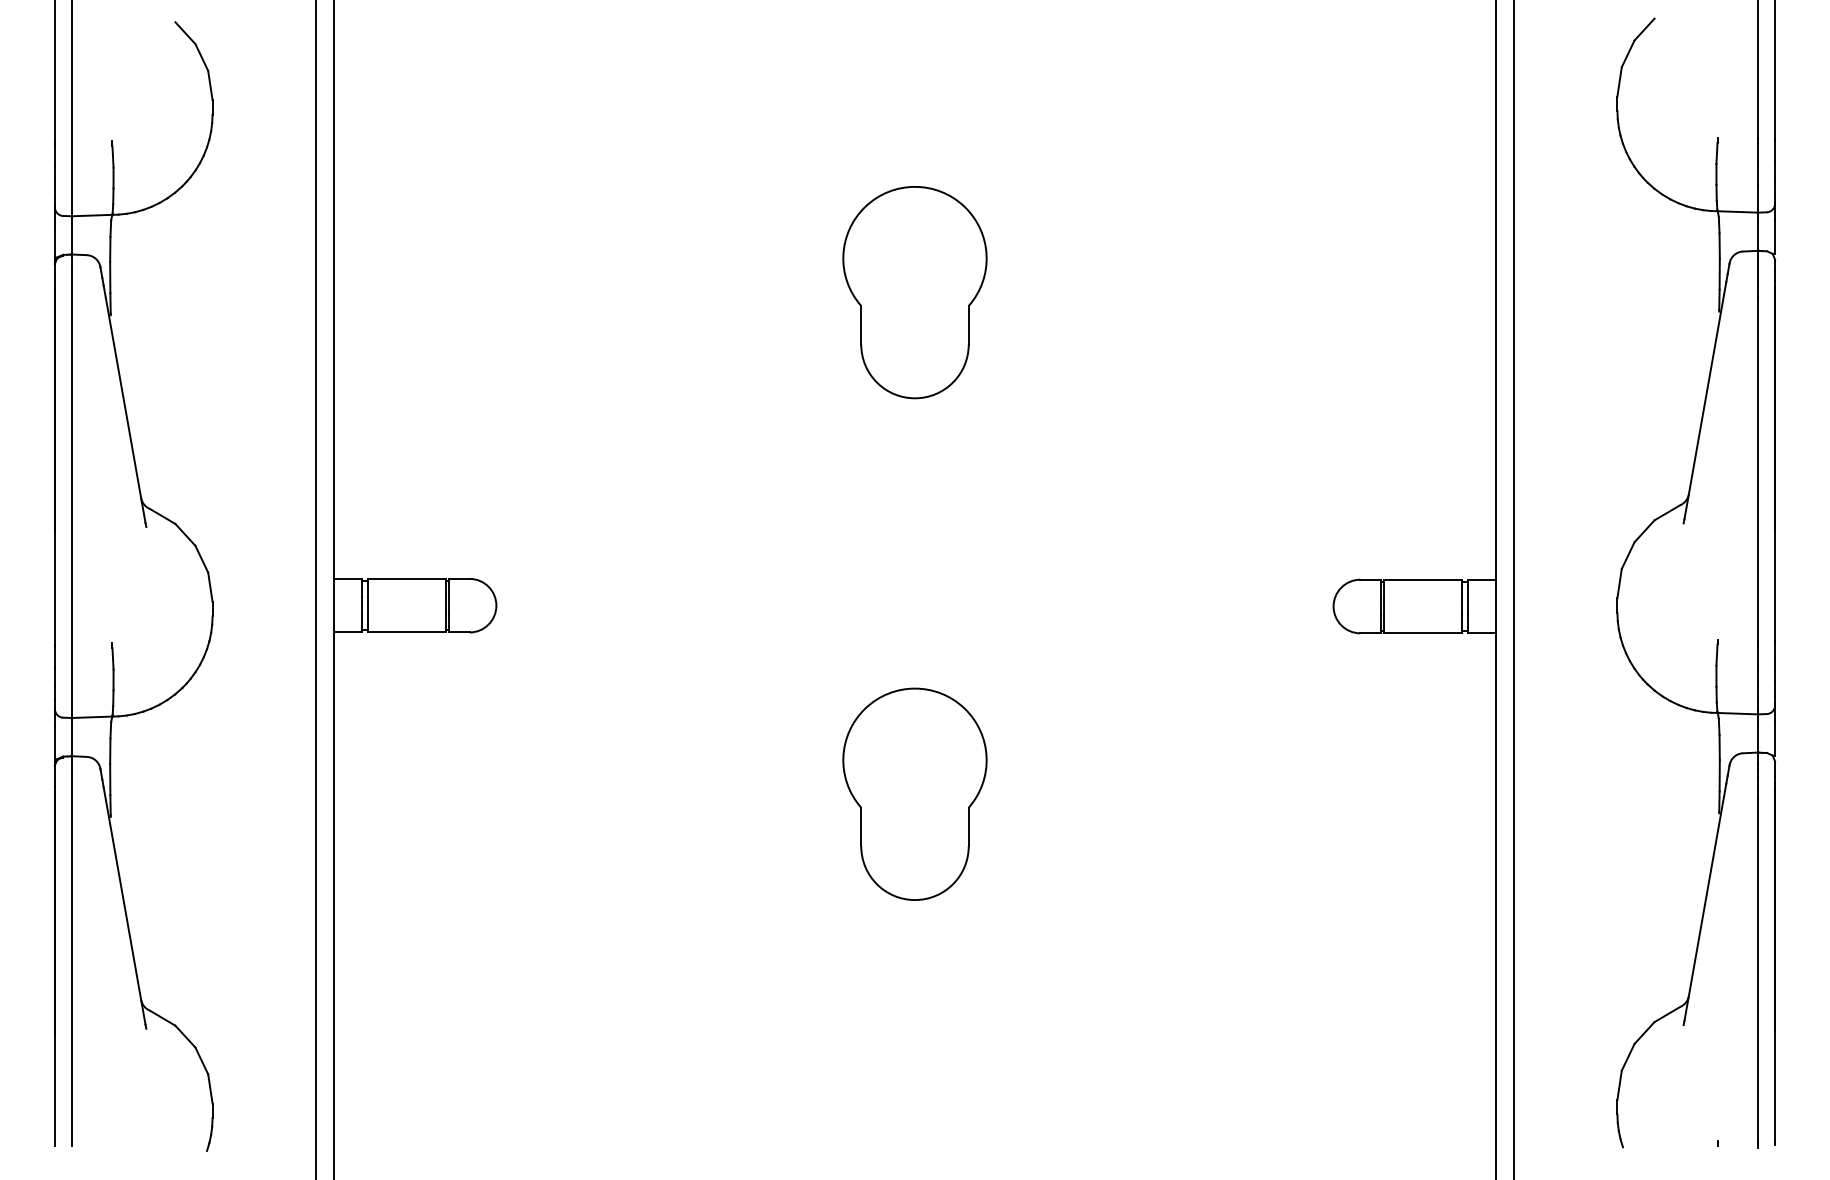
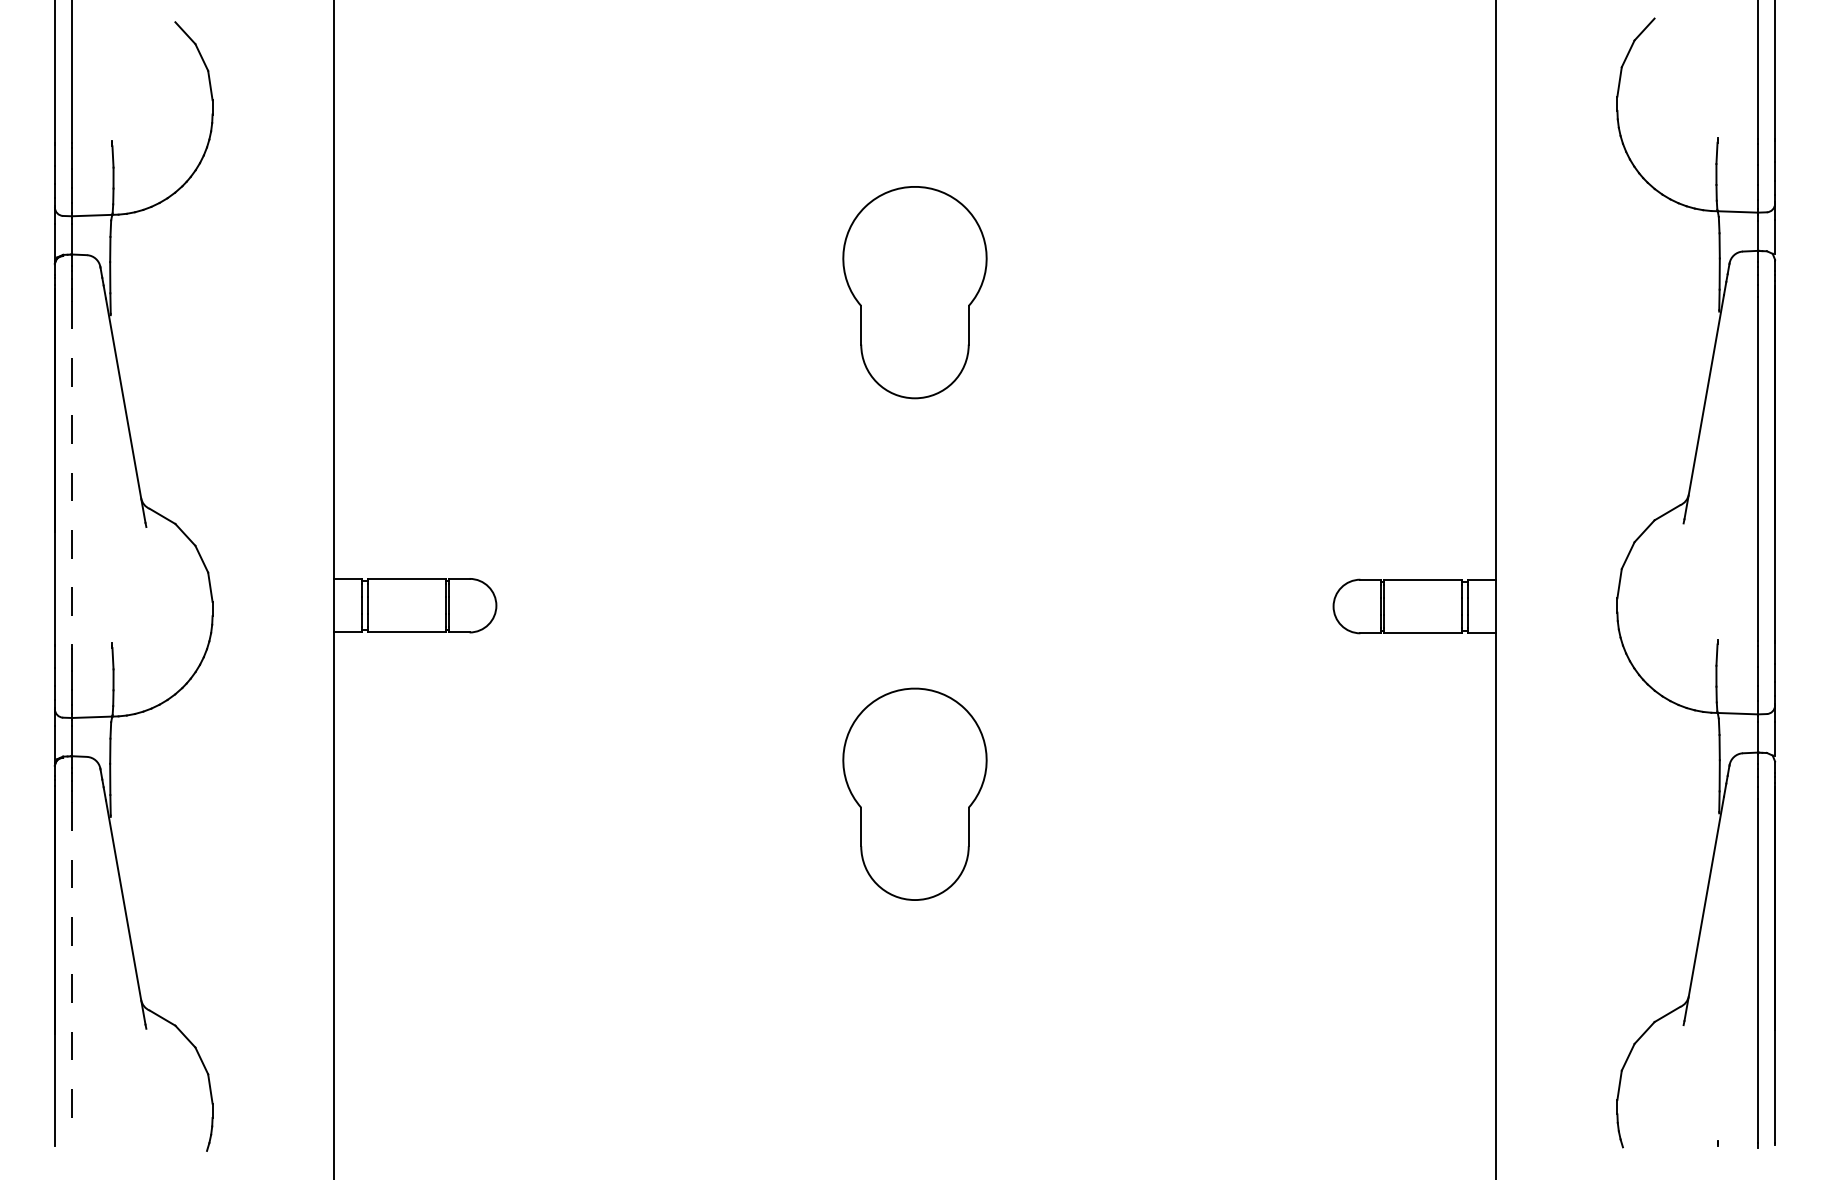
line at (72, 472): solid -> dashed
line at (315, 589): present -> none
line at (1514, 589): present -> none
line at (72, 974): solid -> dashed
